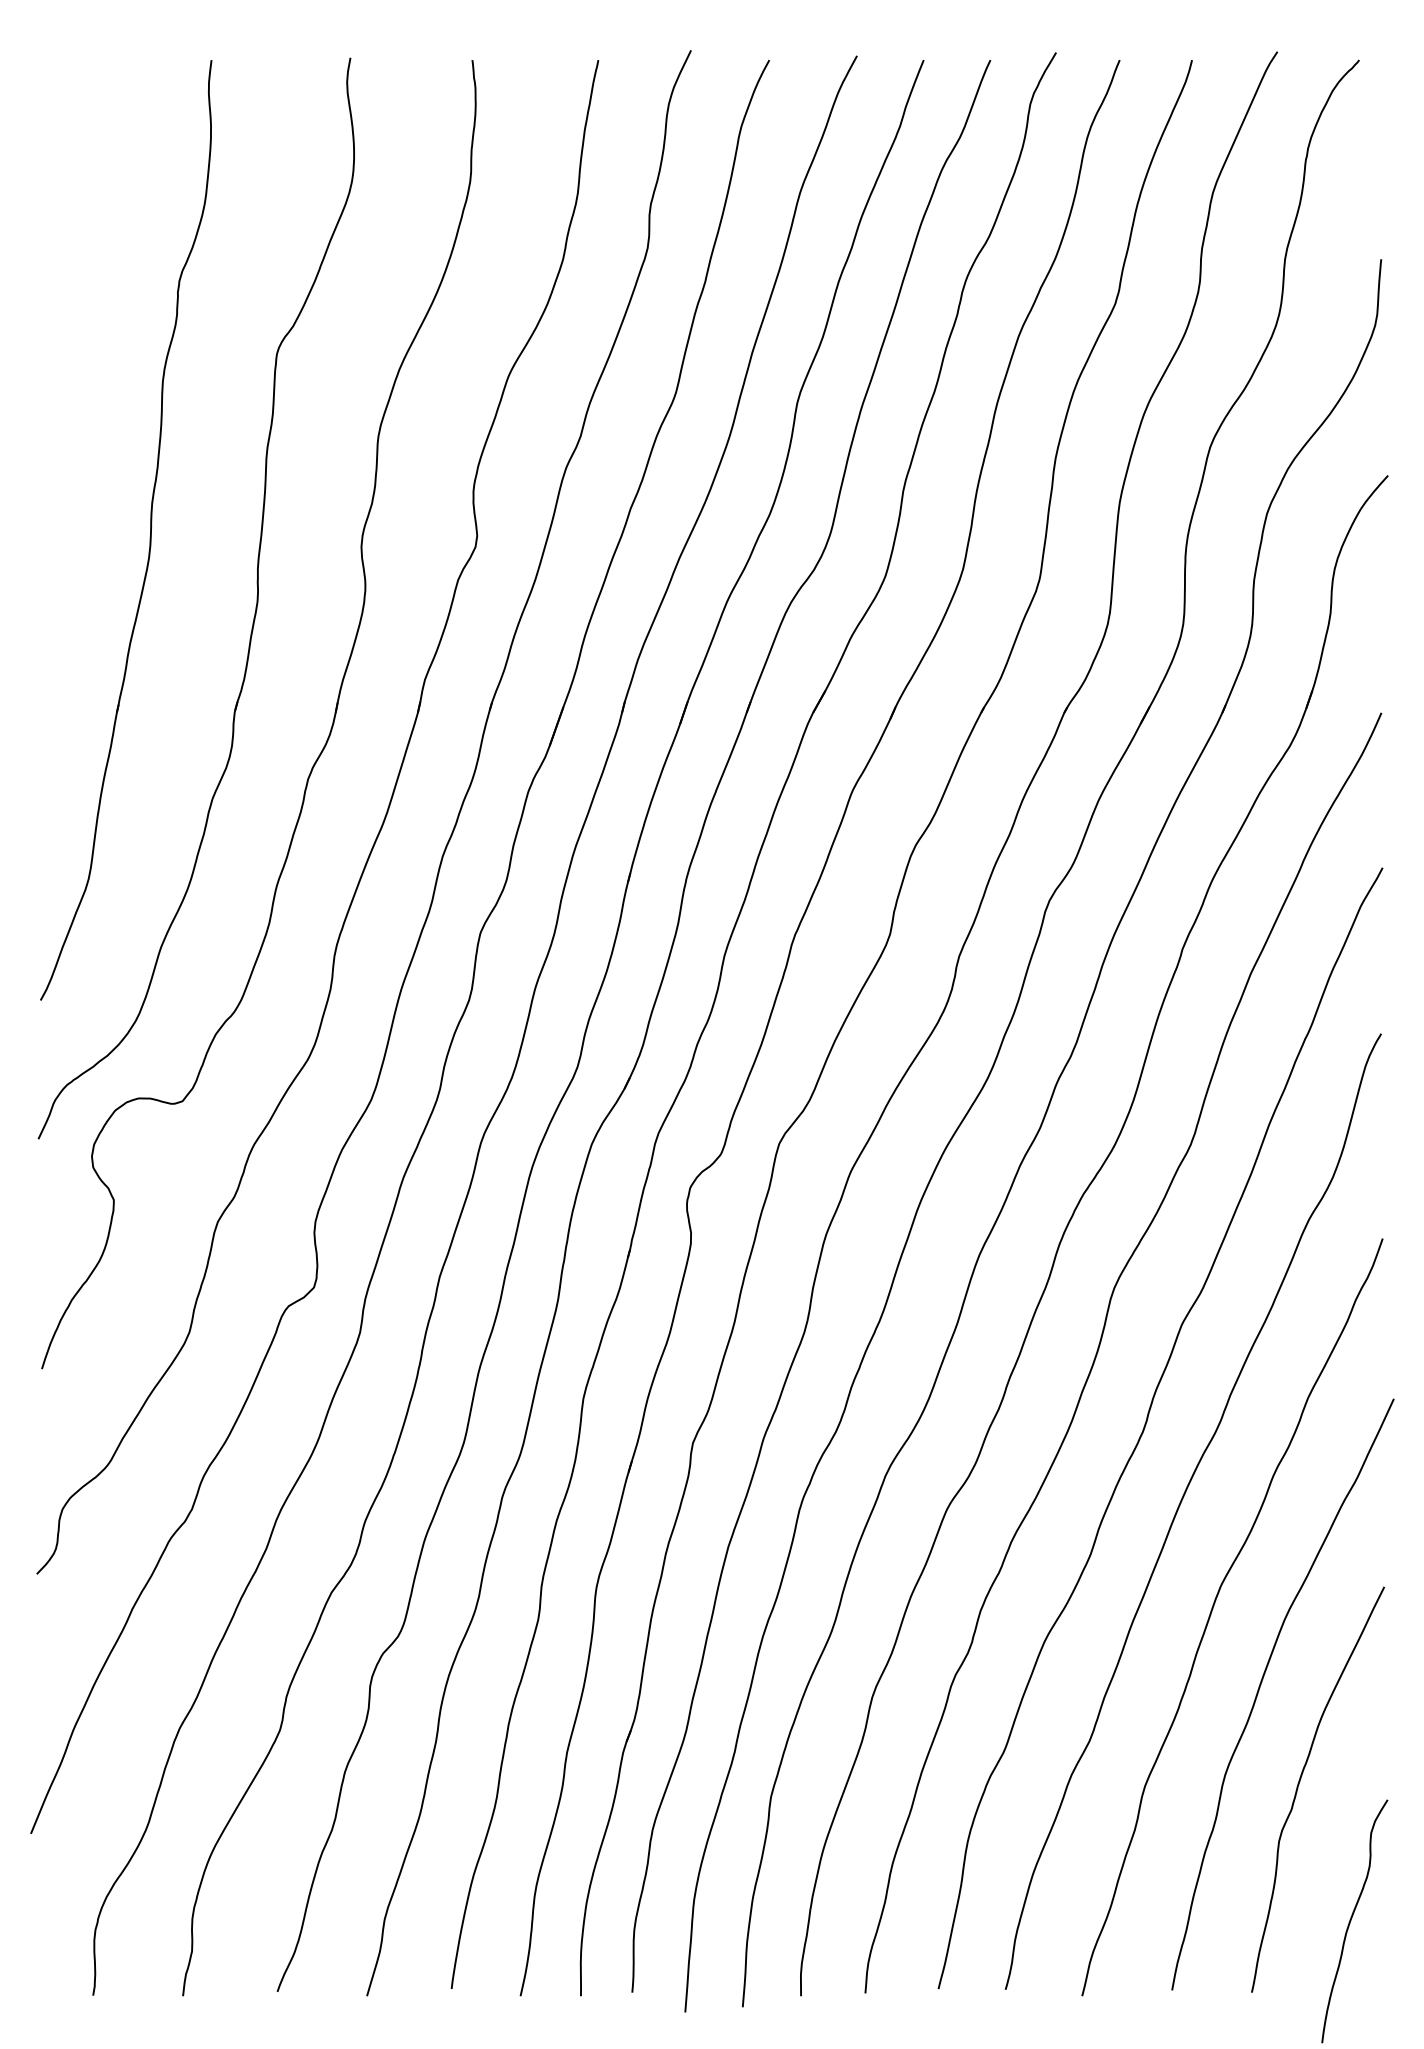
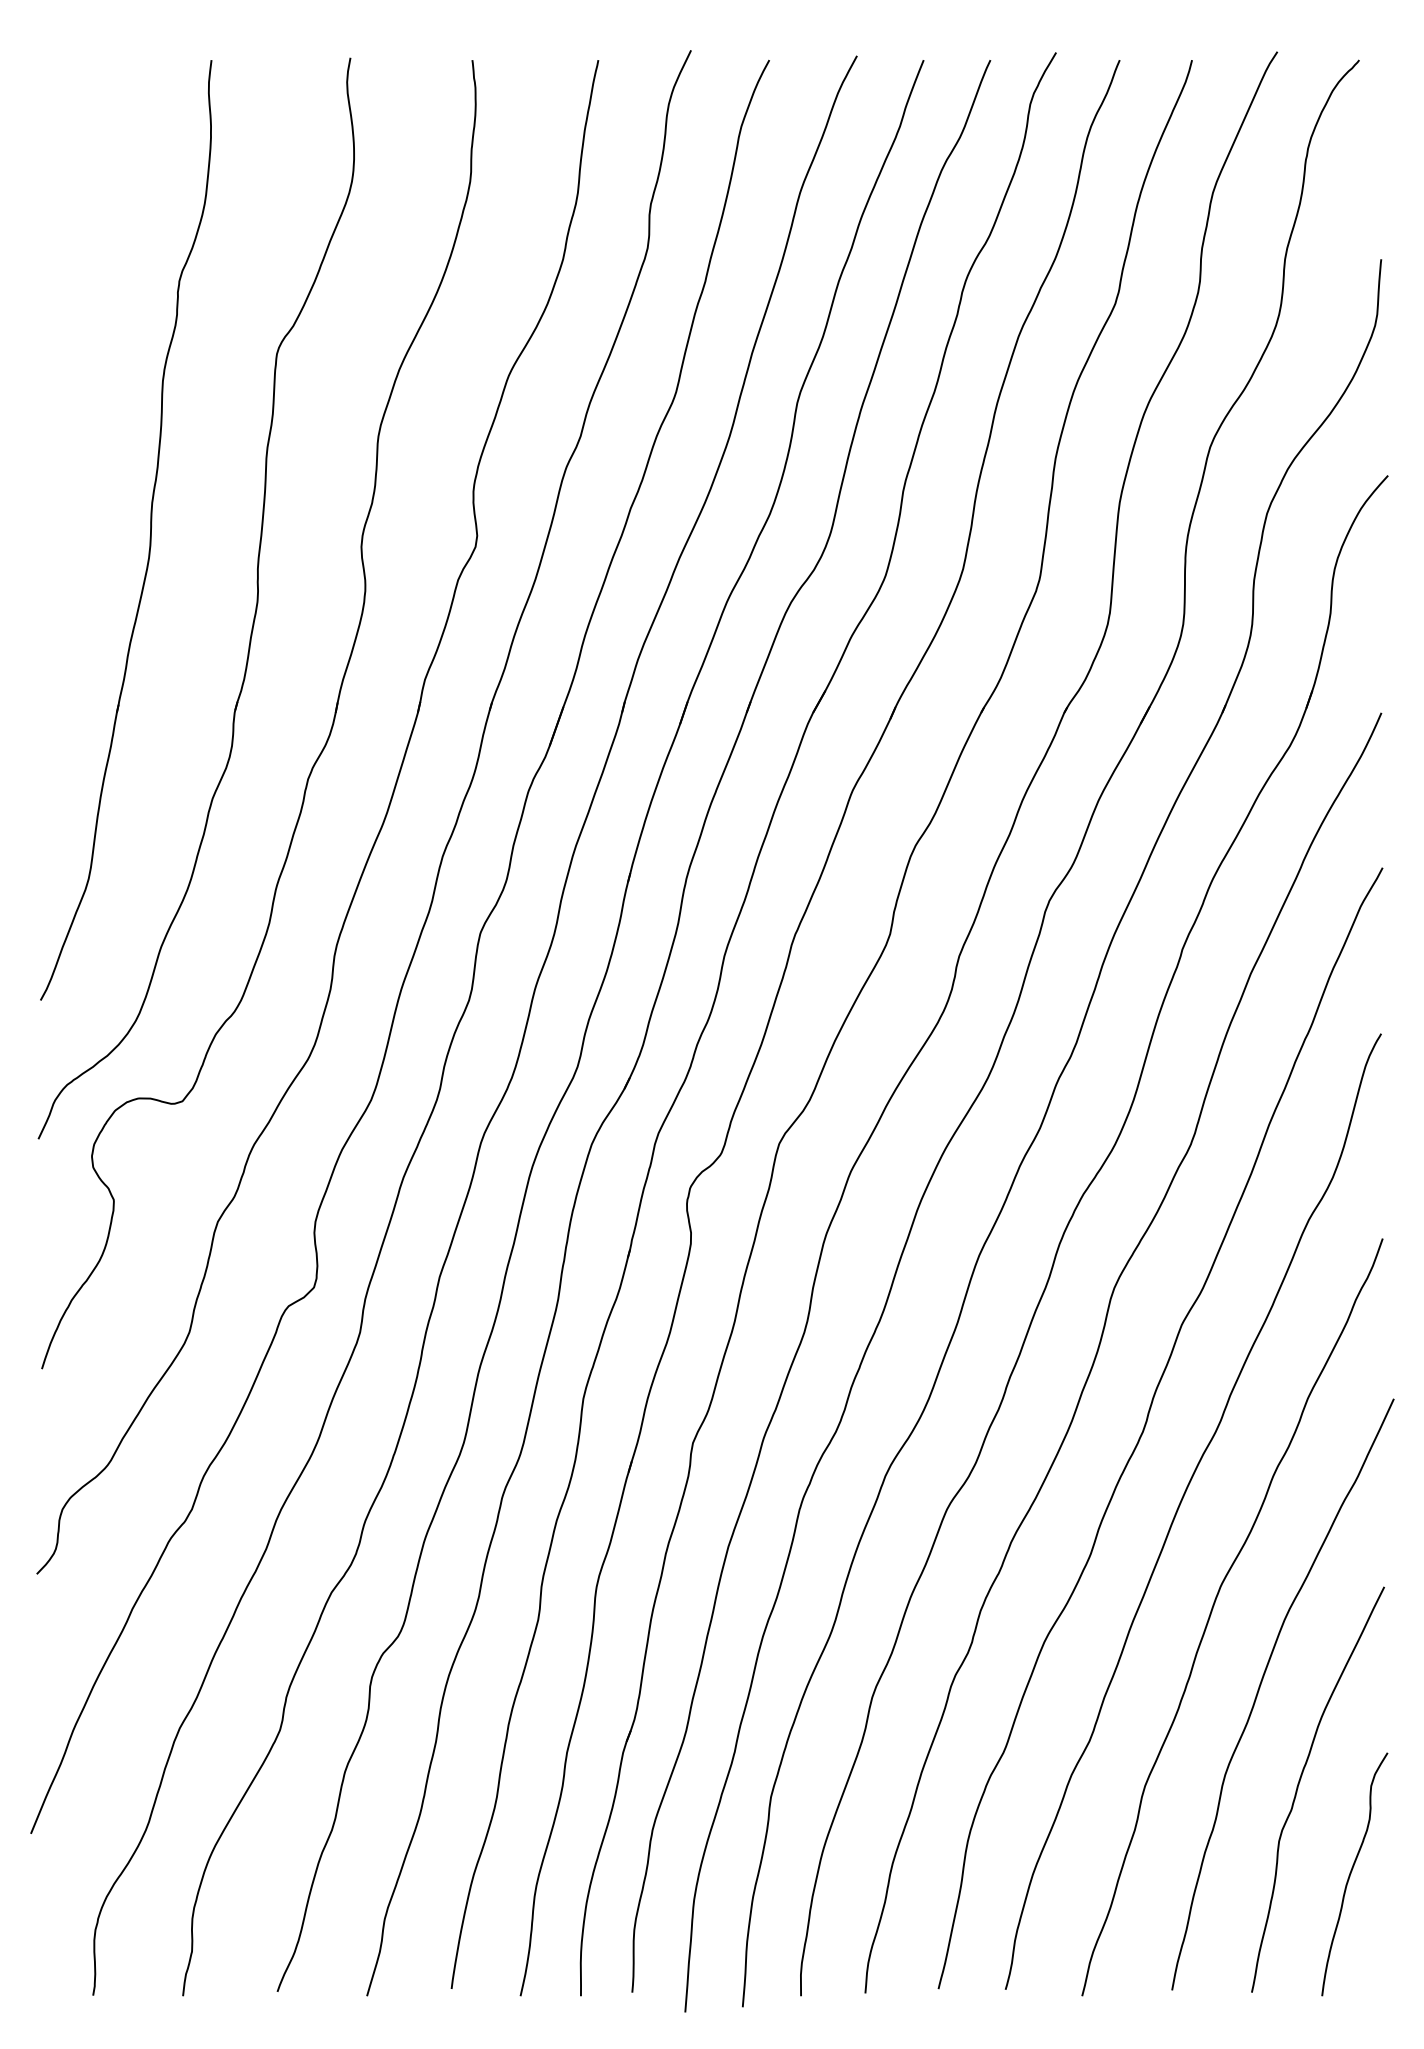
curve at (1351, 1920) position: (1351, 1920) -> (1351, 1873)
